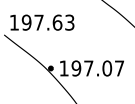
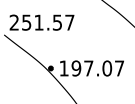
text at (41, 22): 197.63 -> 251.57
